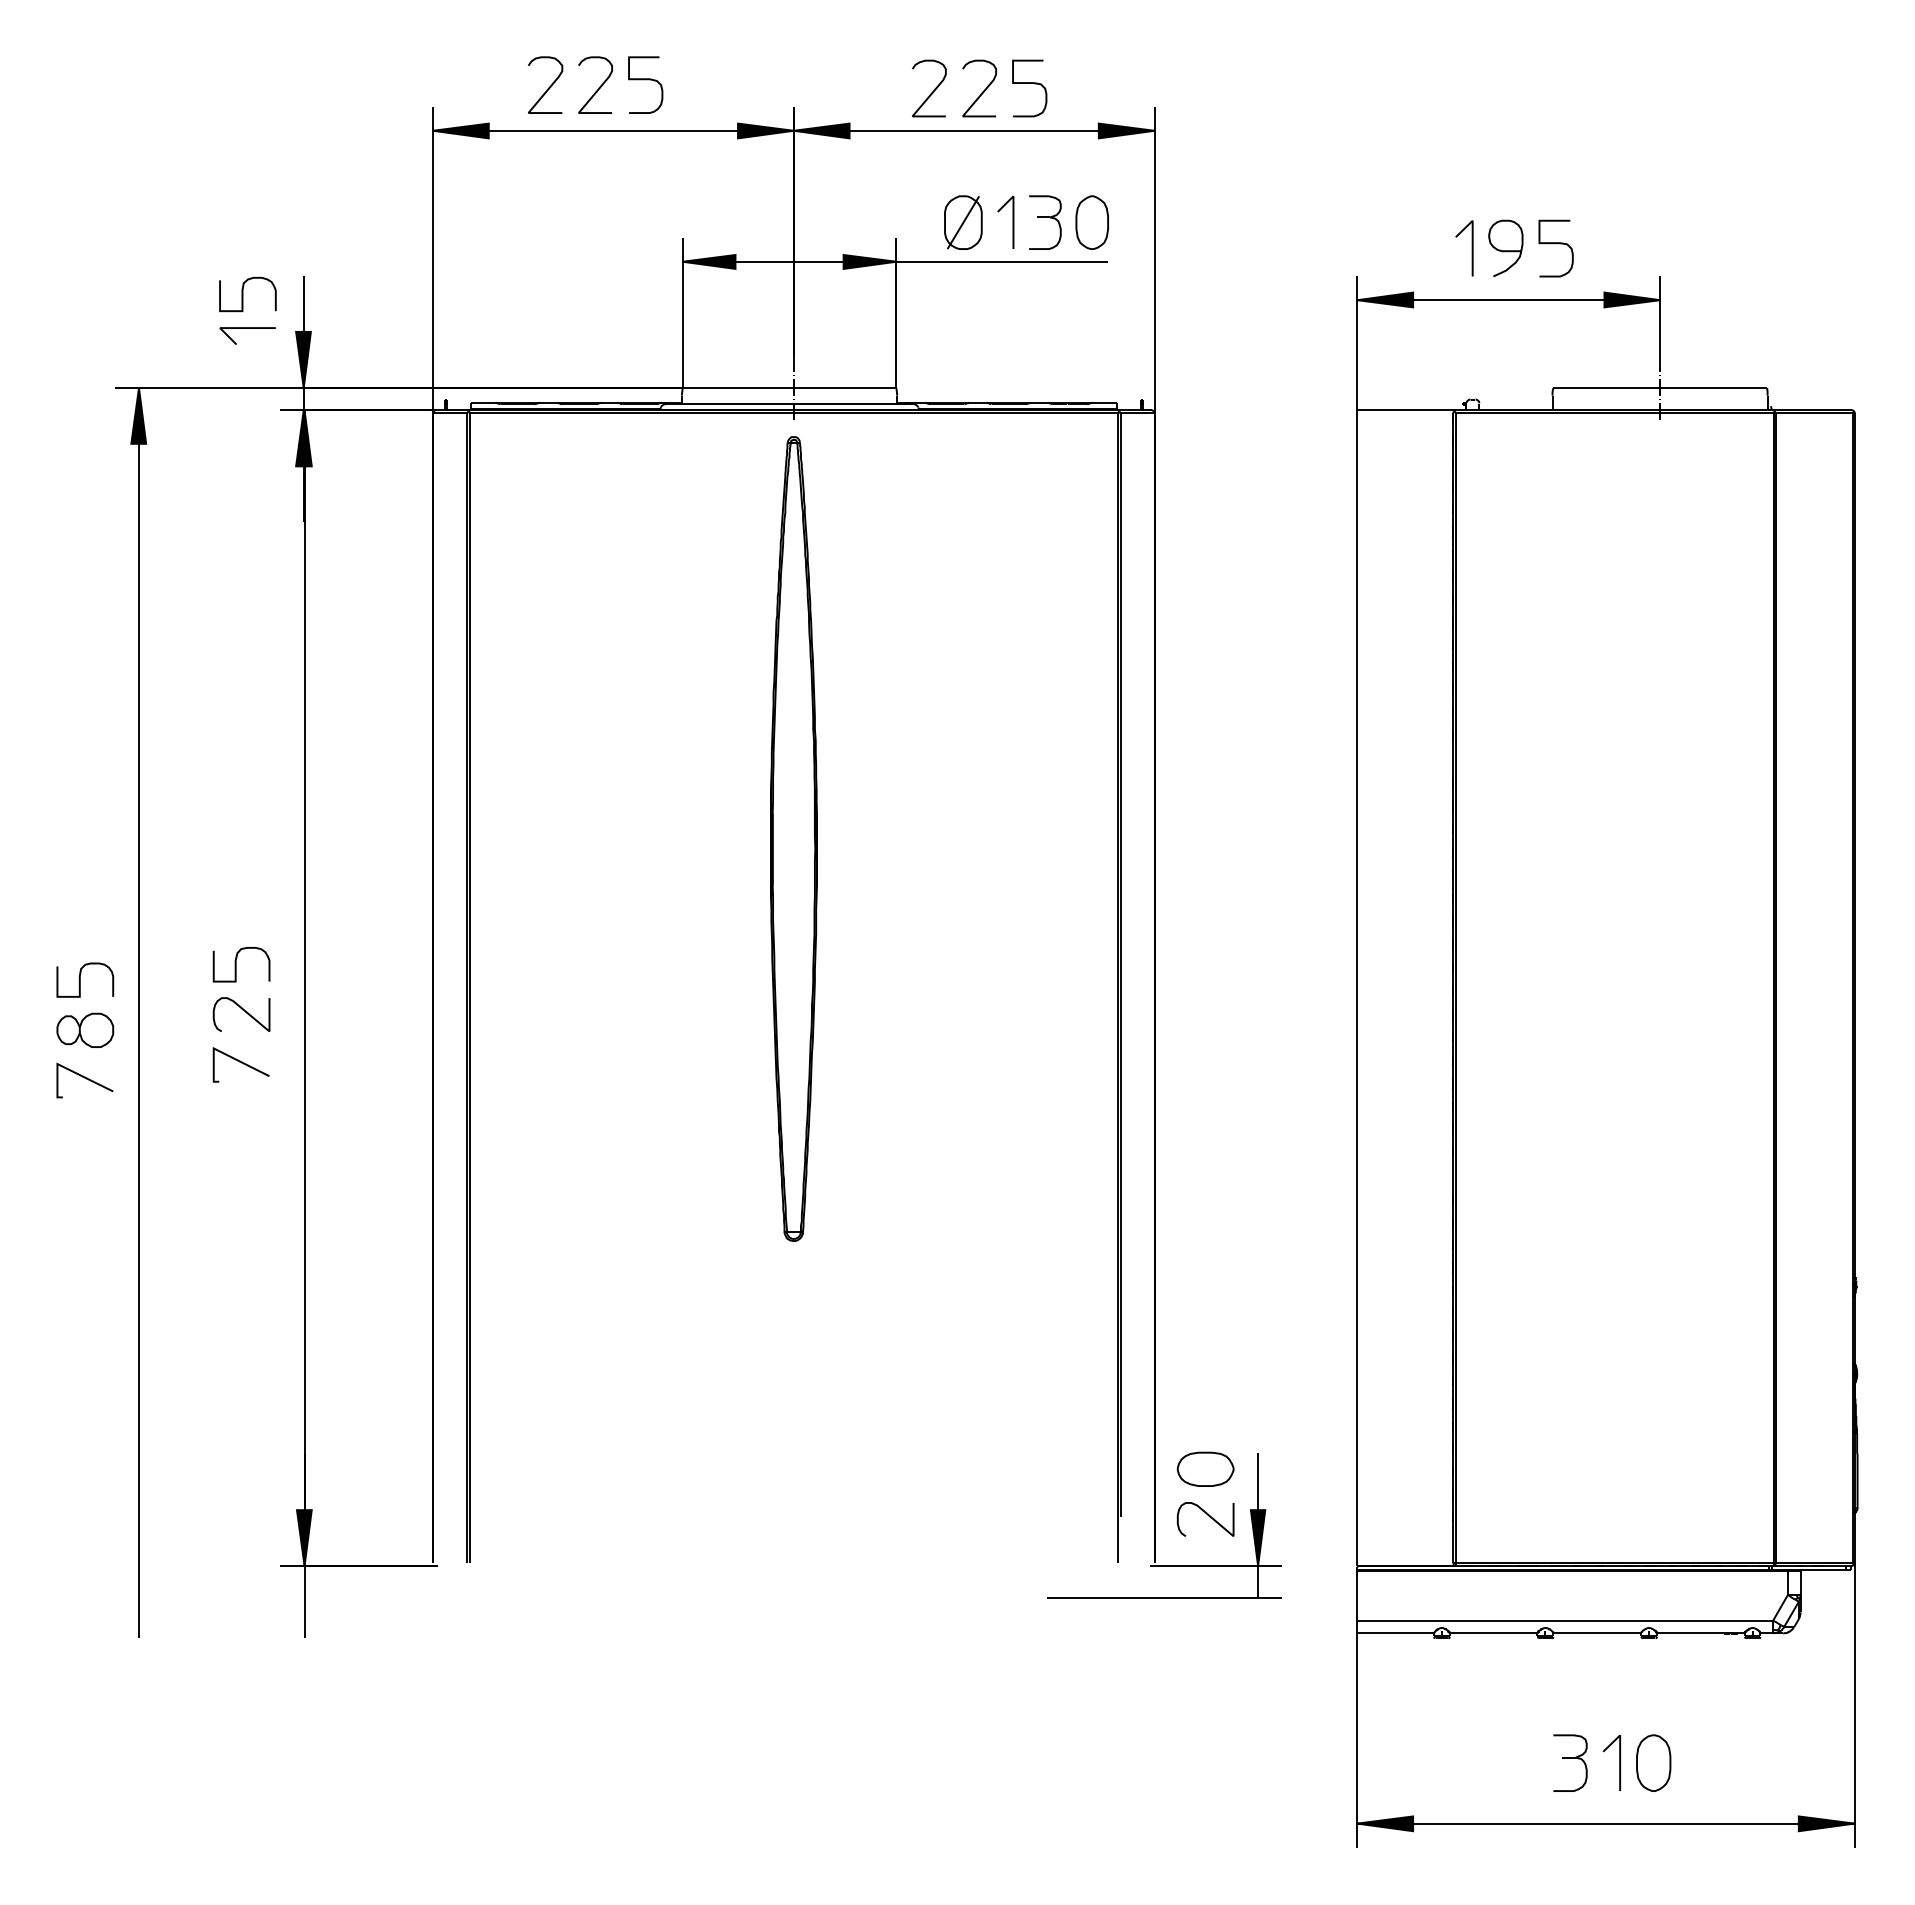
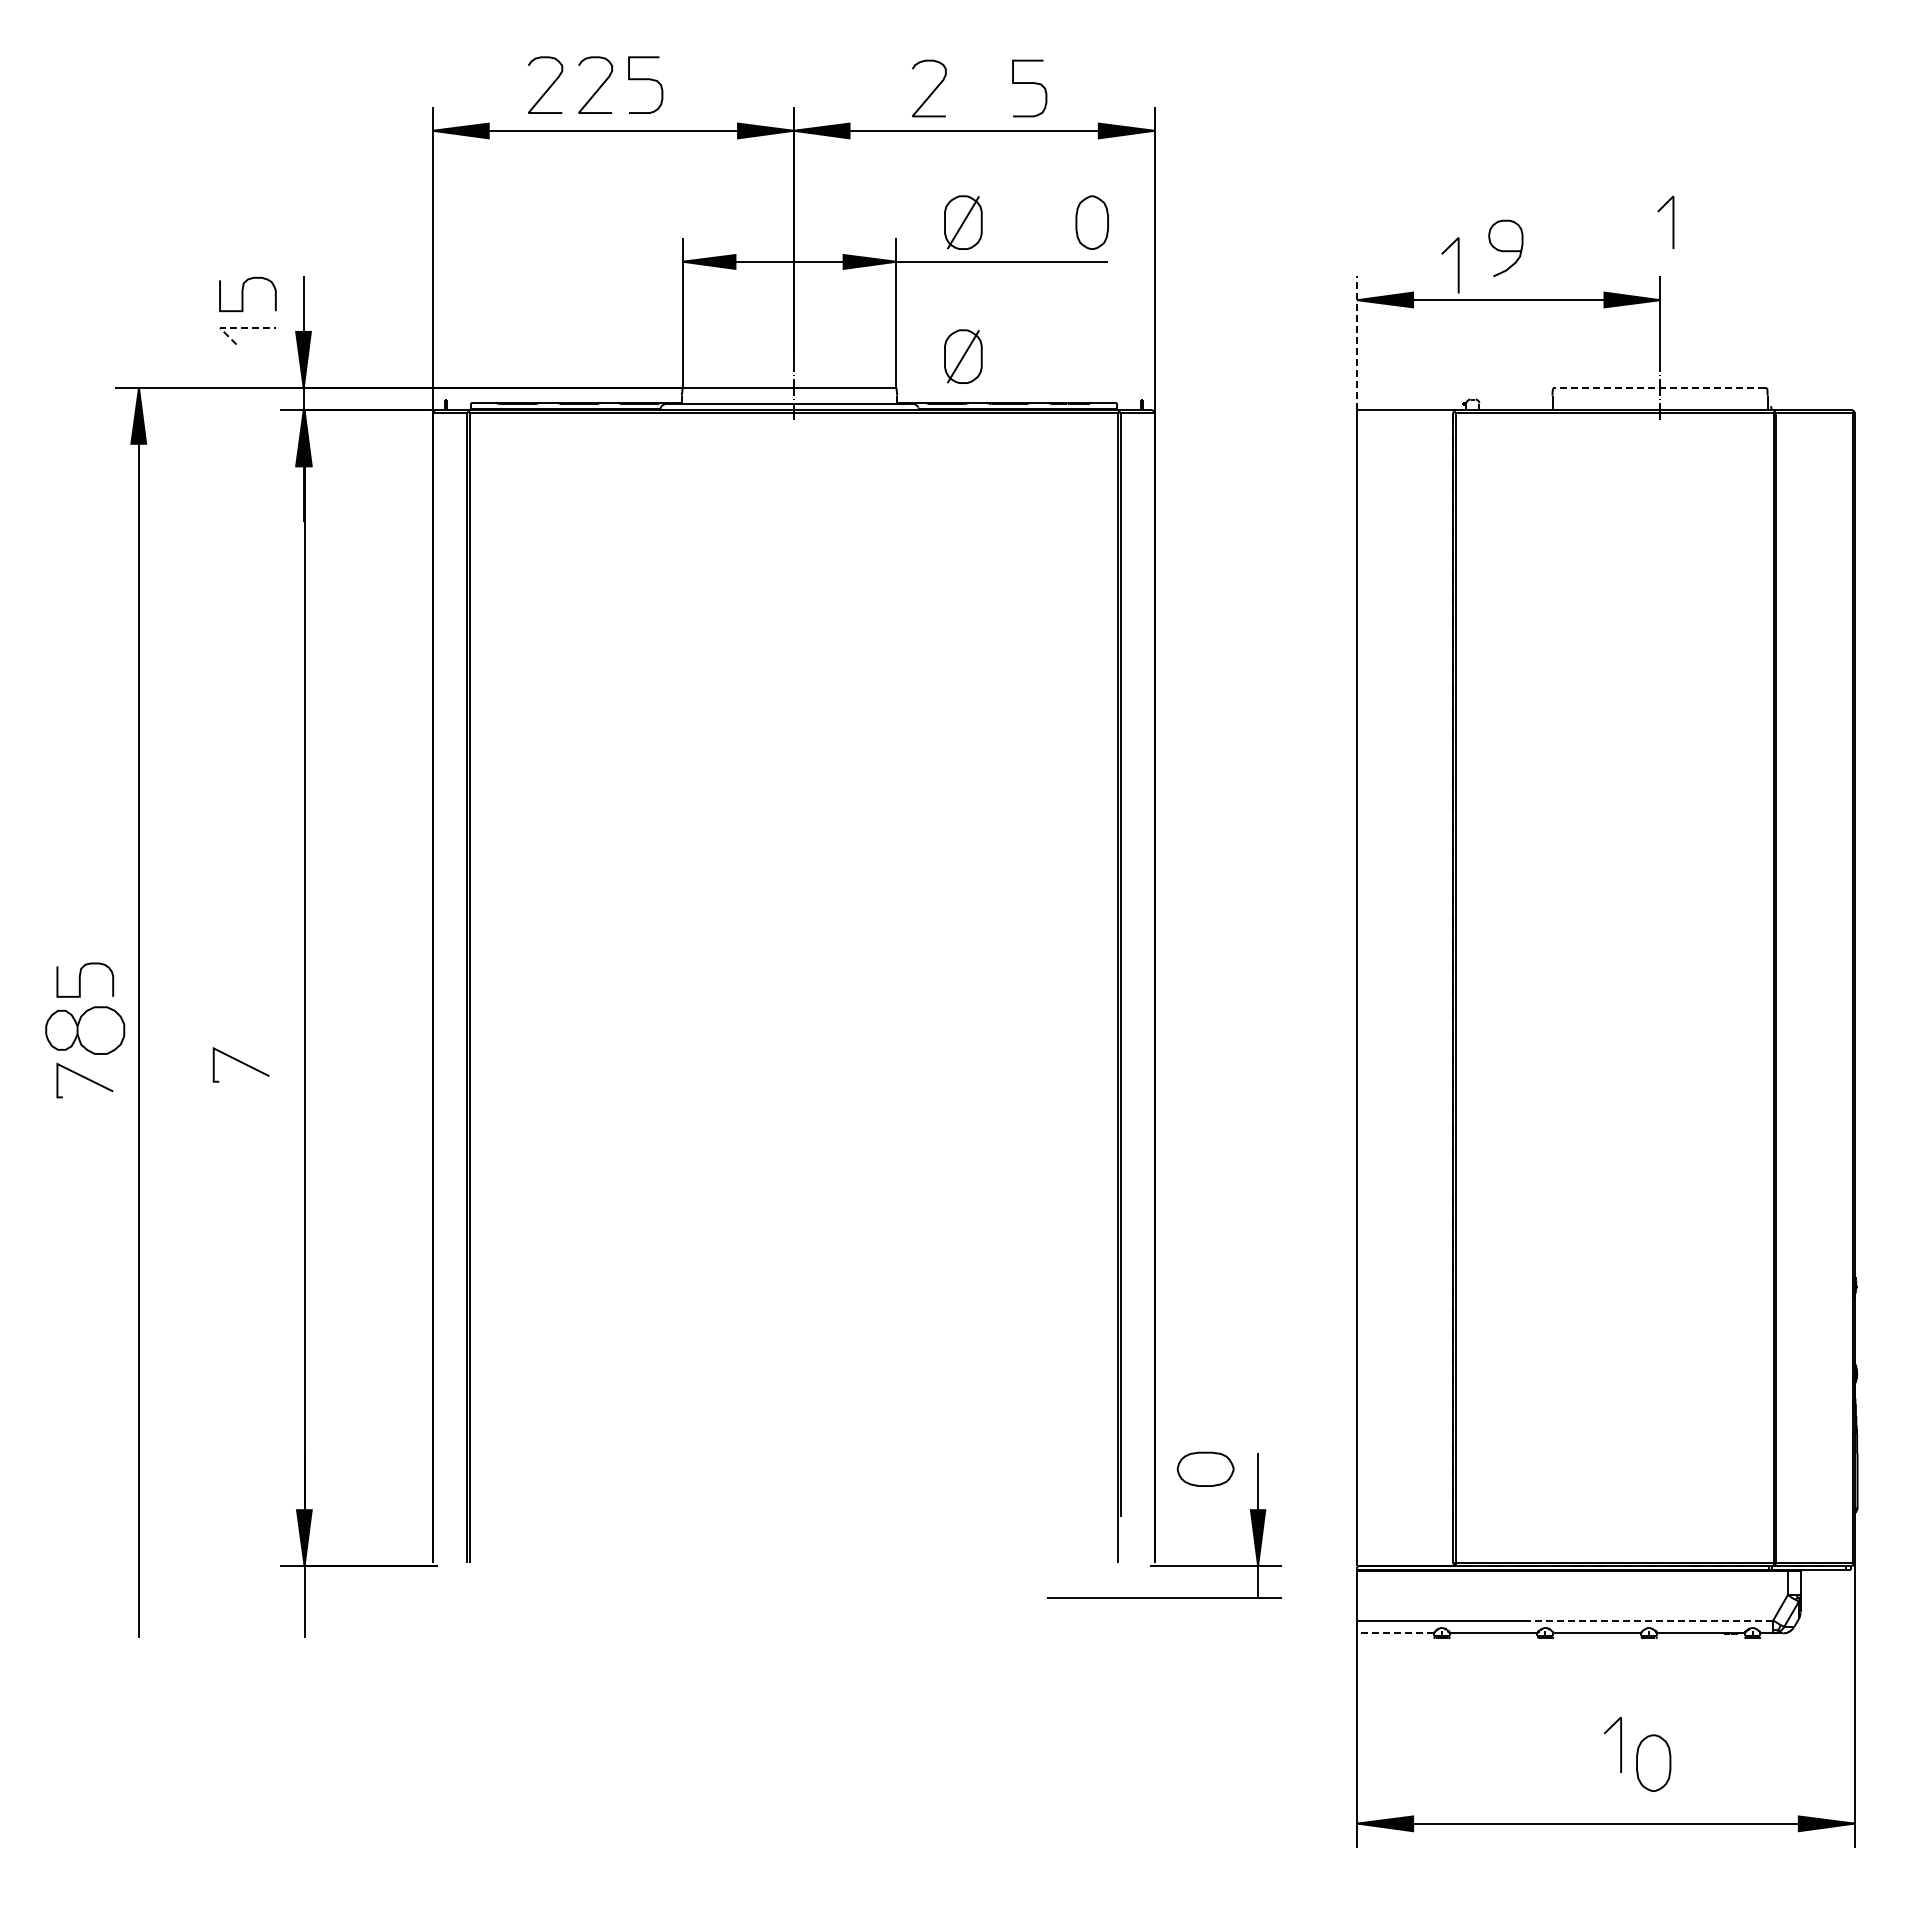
curve at (982, 91): present -> none
line at (1012, 221) position: (1012, 221) -> (1672, 221)
part at (1045, 222): present -> none
curve at (1555, 244): present -> none
line at (1471, 248) position: (1471, 248) -> (1457, 265)
line at (236, 328): solid -> dashed
line at (1357, 342): solid -> dashed
part at (963, 356): none -> present
line at (1659, 388): solid -> dashed
part at (793, 838): present -> none
curve at (236, 964): present -> none
curve at (242, 1010): present -> none
part at (85, 1029) size: 59x36 px -> 81x49 px
curve at (1208, 1516): present -> none
line at (1651, 1620): solid -> dashed
line at (1395, 1633): solid -> dashed
part at (1570, 1762): present -> none
line at (1619, 1762) position: (1619, 1762) -> (1620, 1744)
